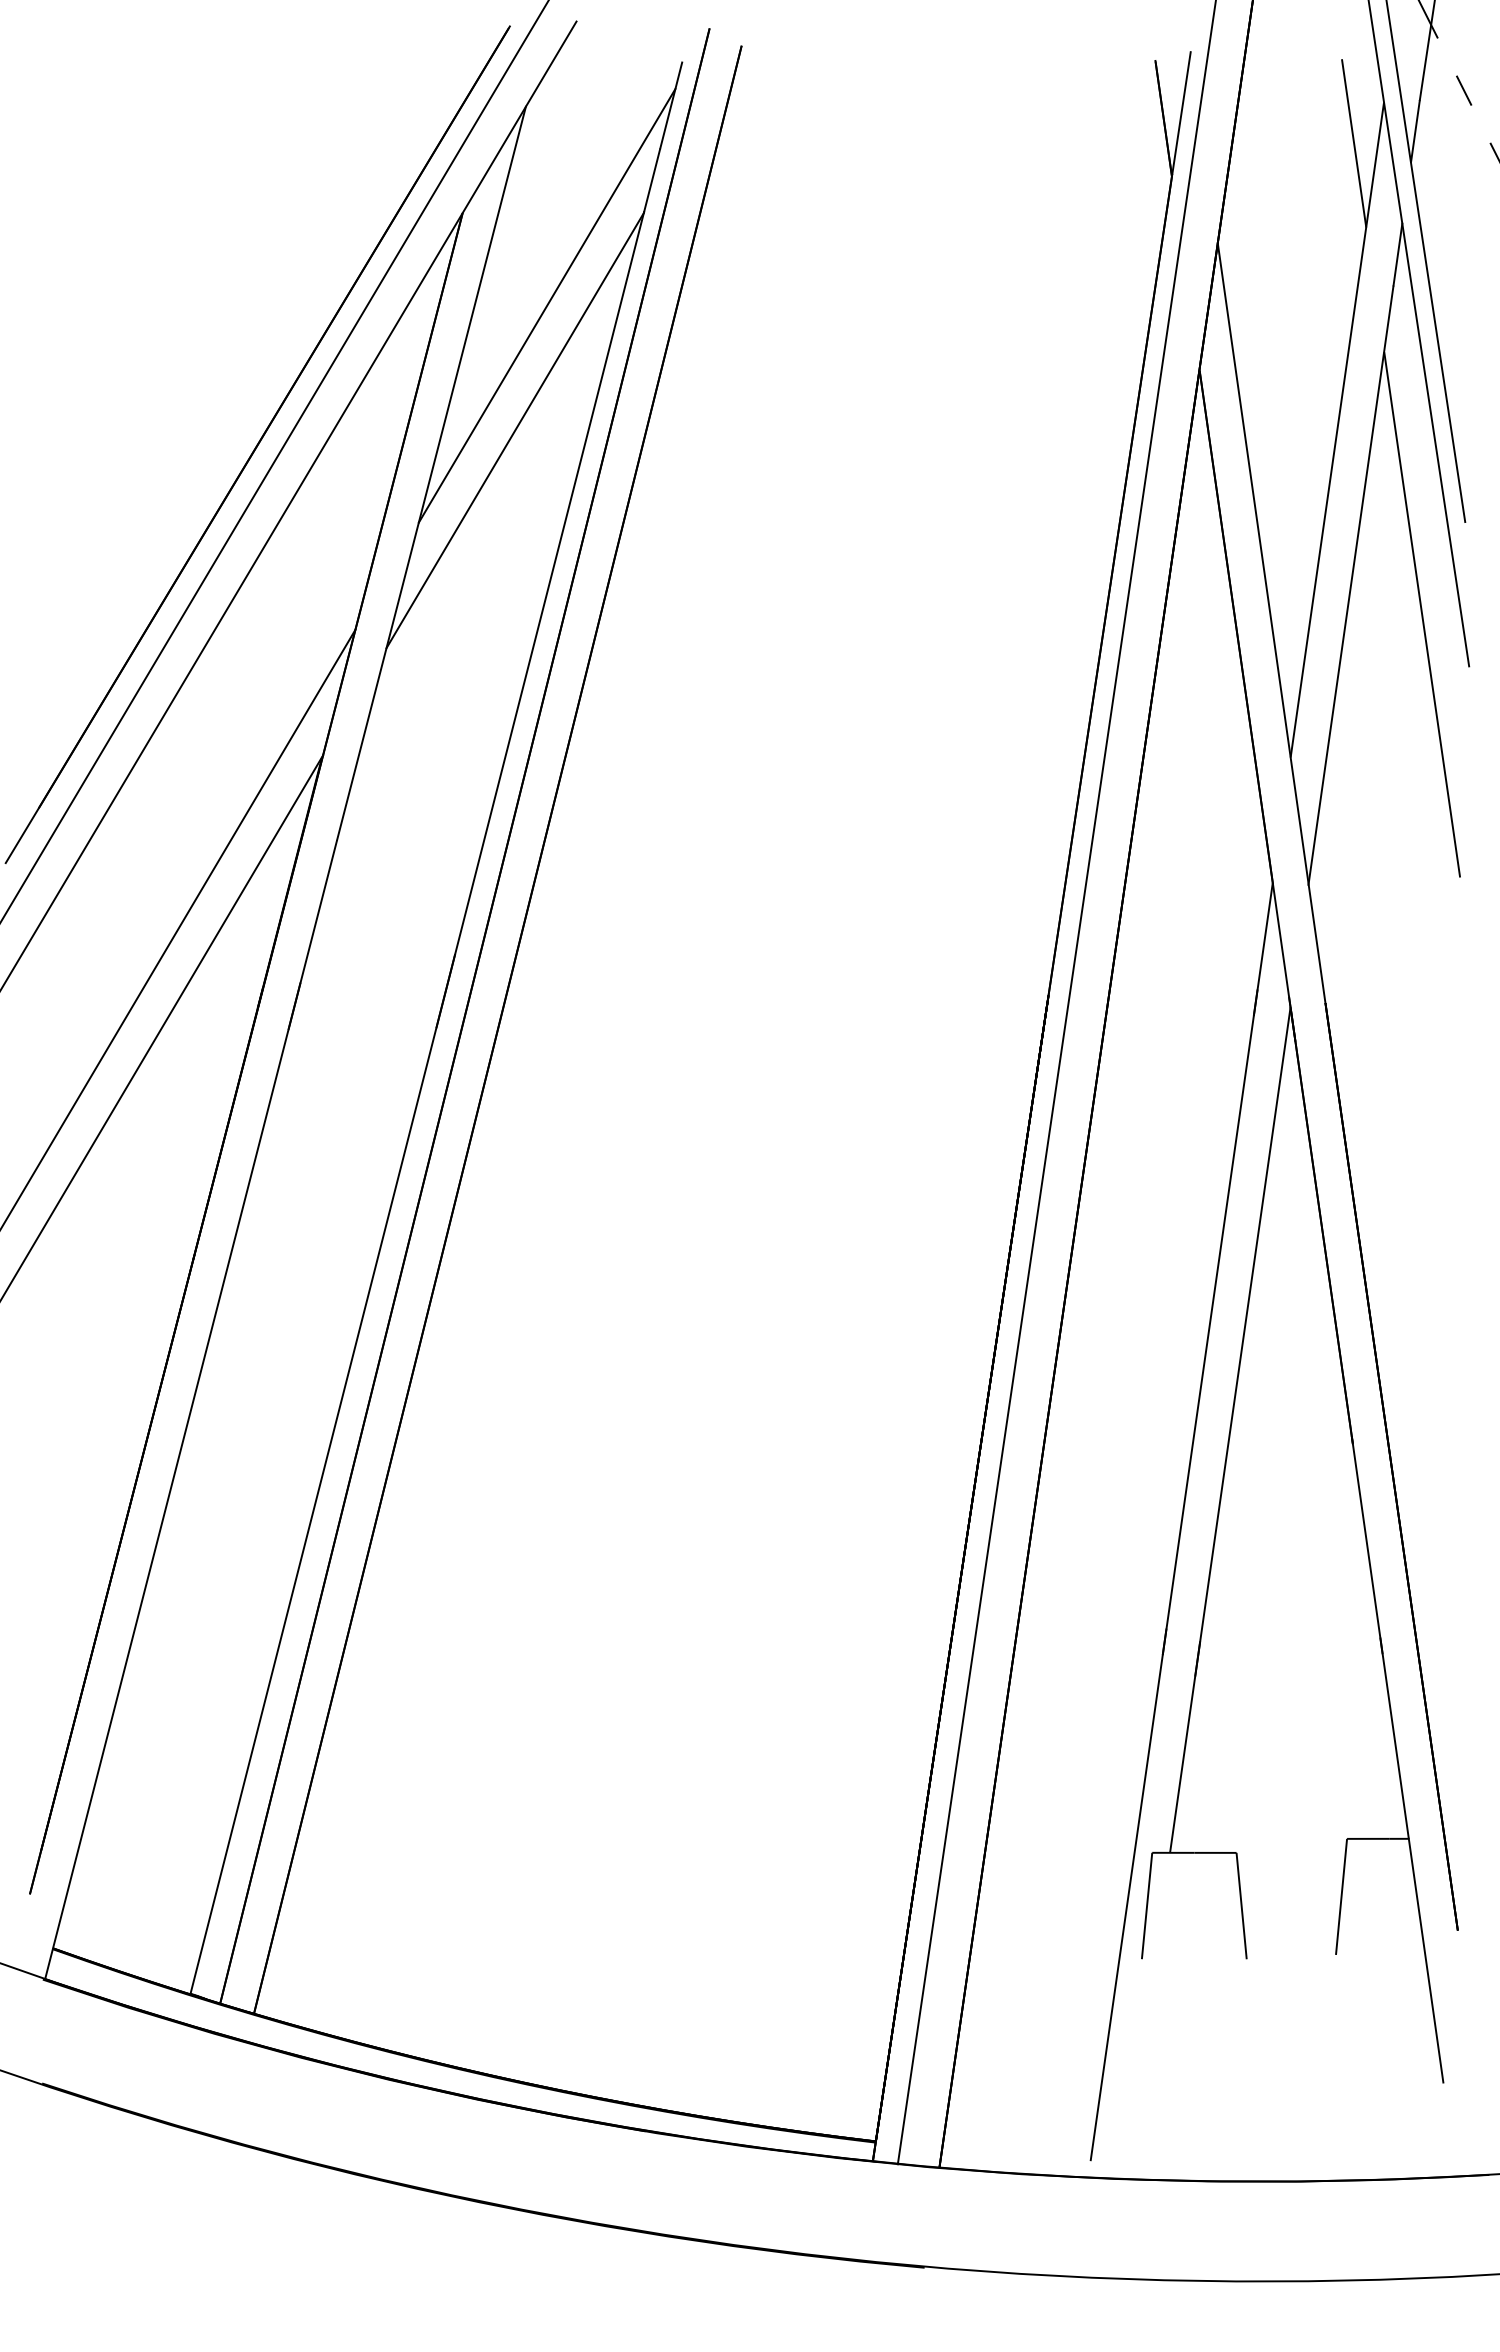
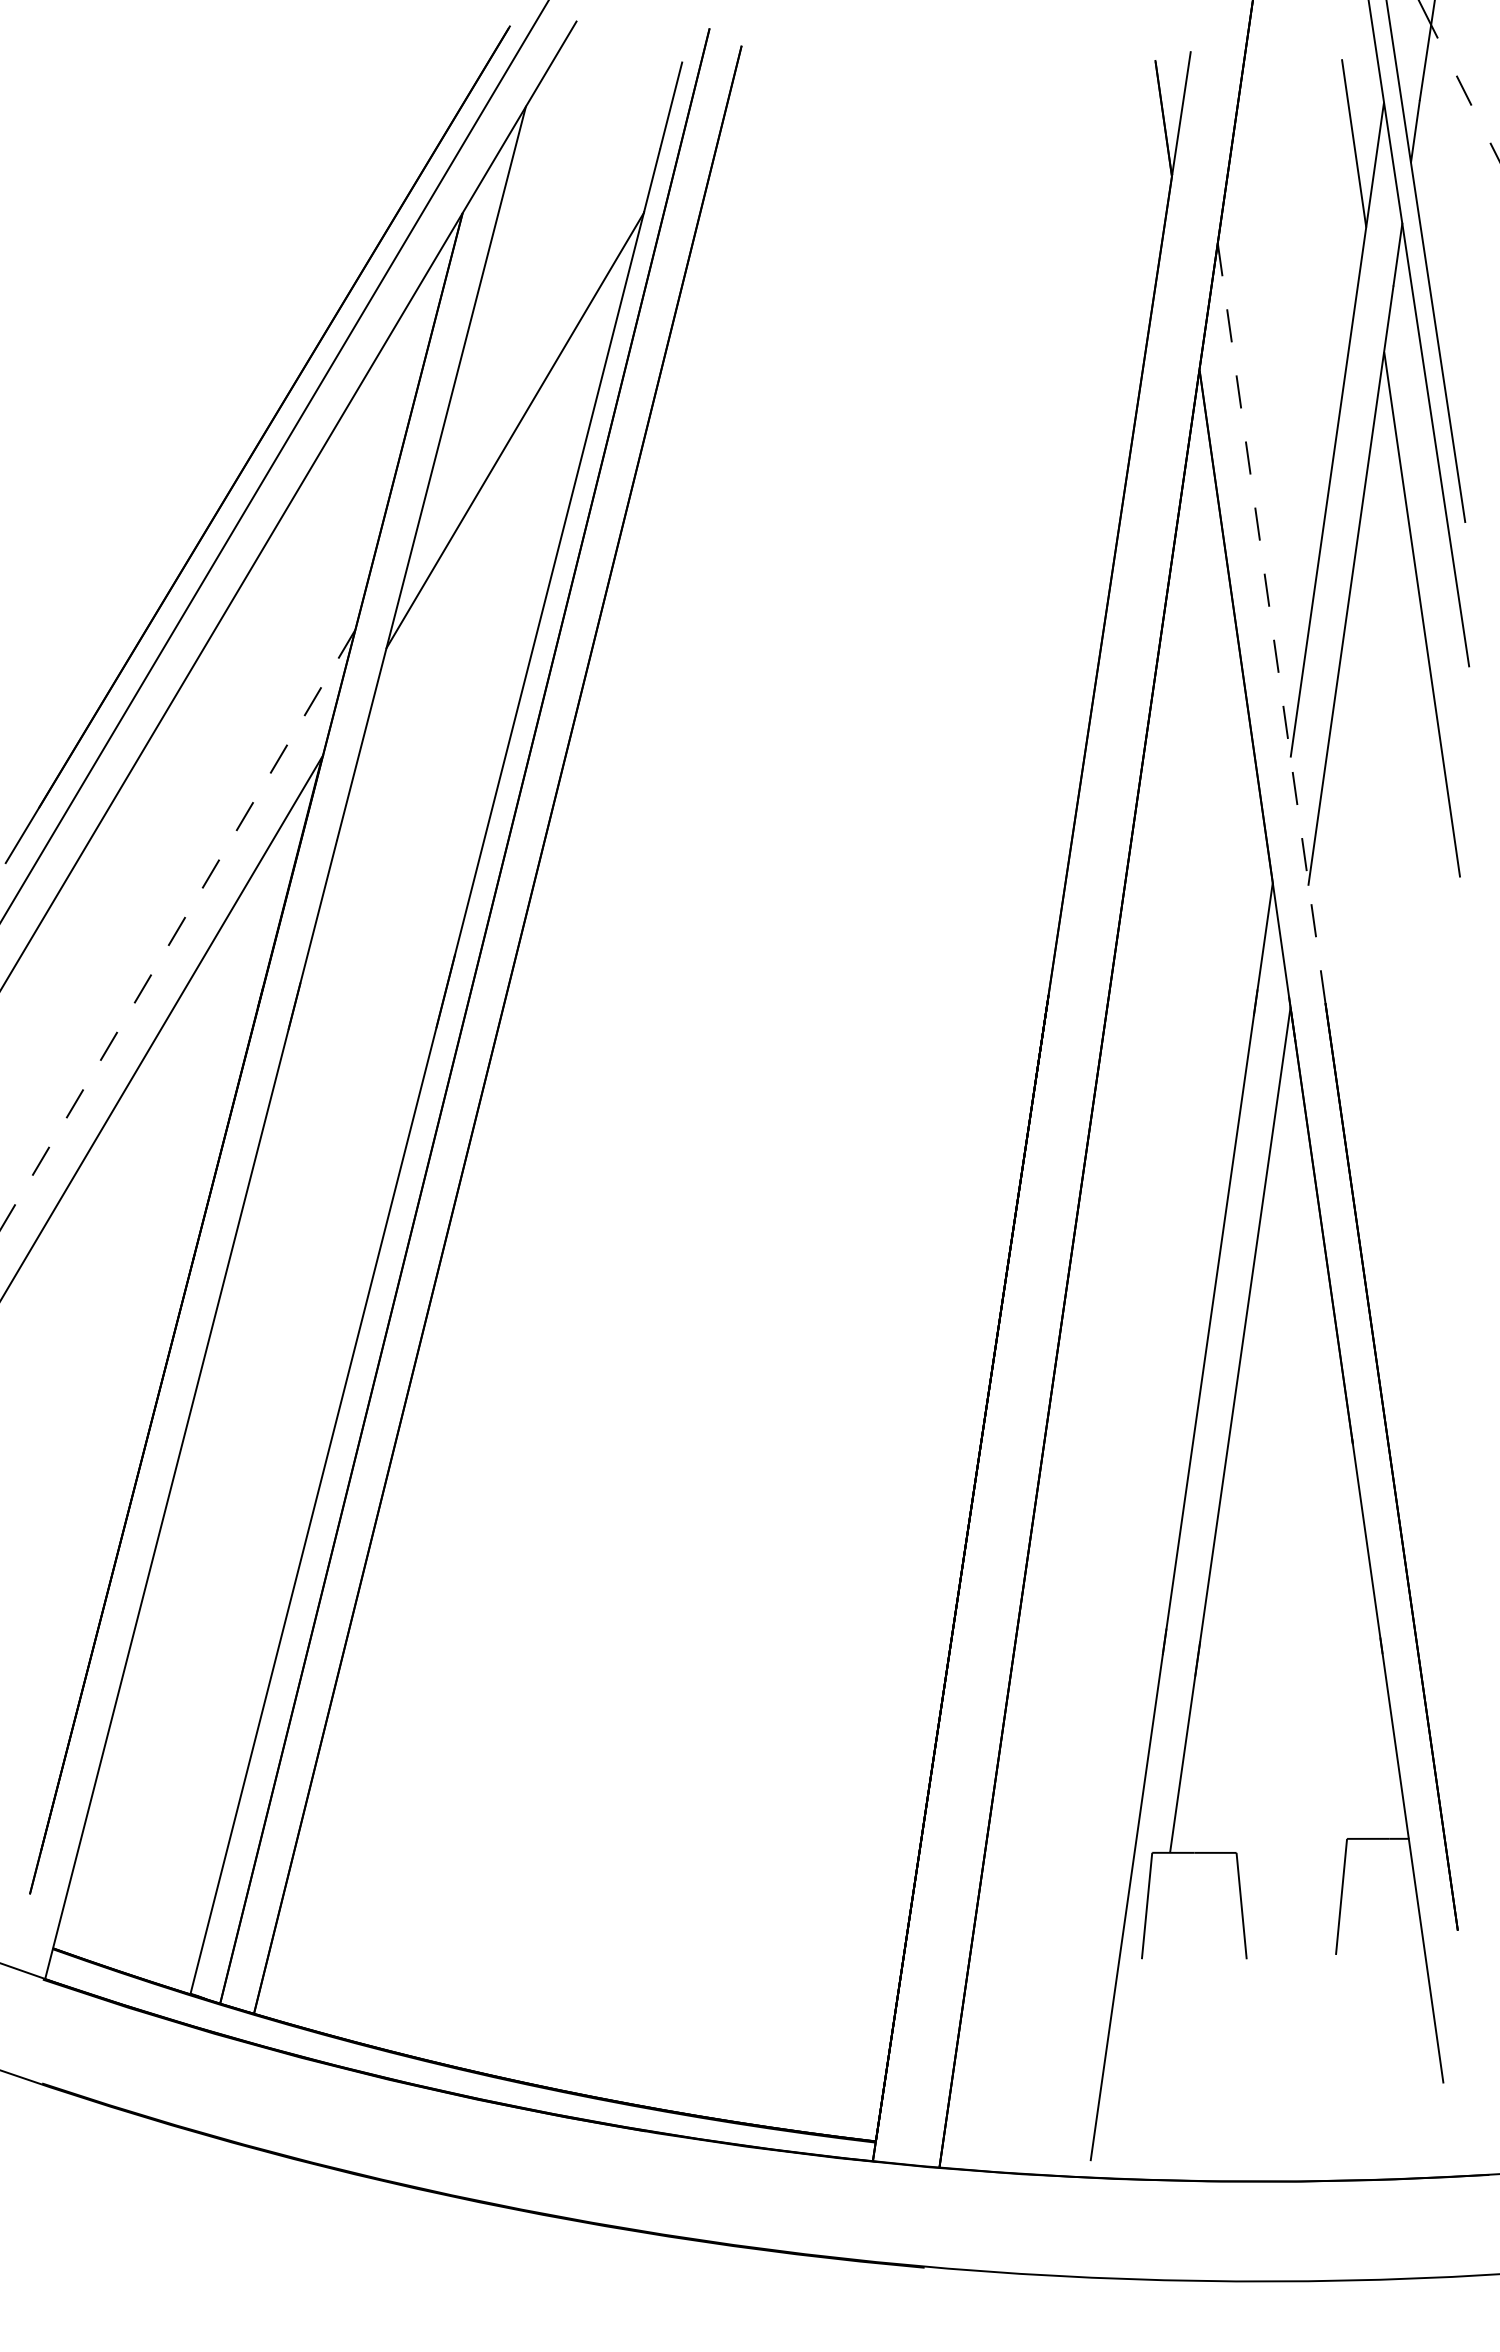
line at (546, 305): present -> none
line at (1271, 623): solid -> dashed
line at (177, 930): solid -> dashed
line at (1056, 1083): present -> none
